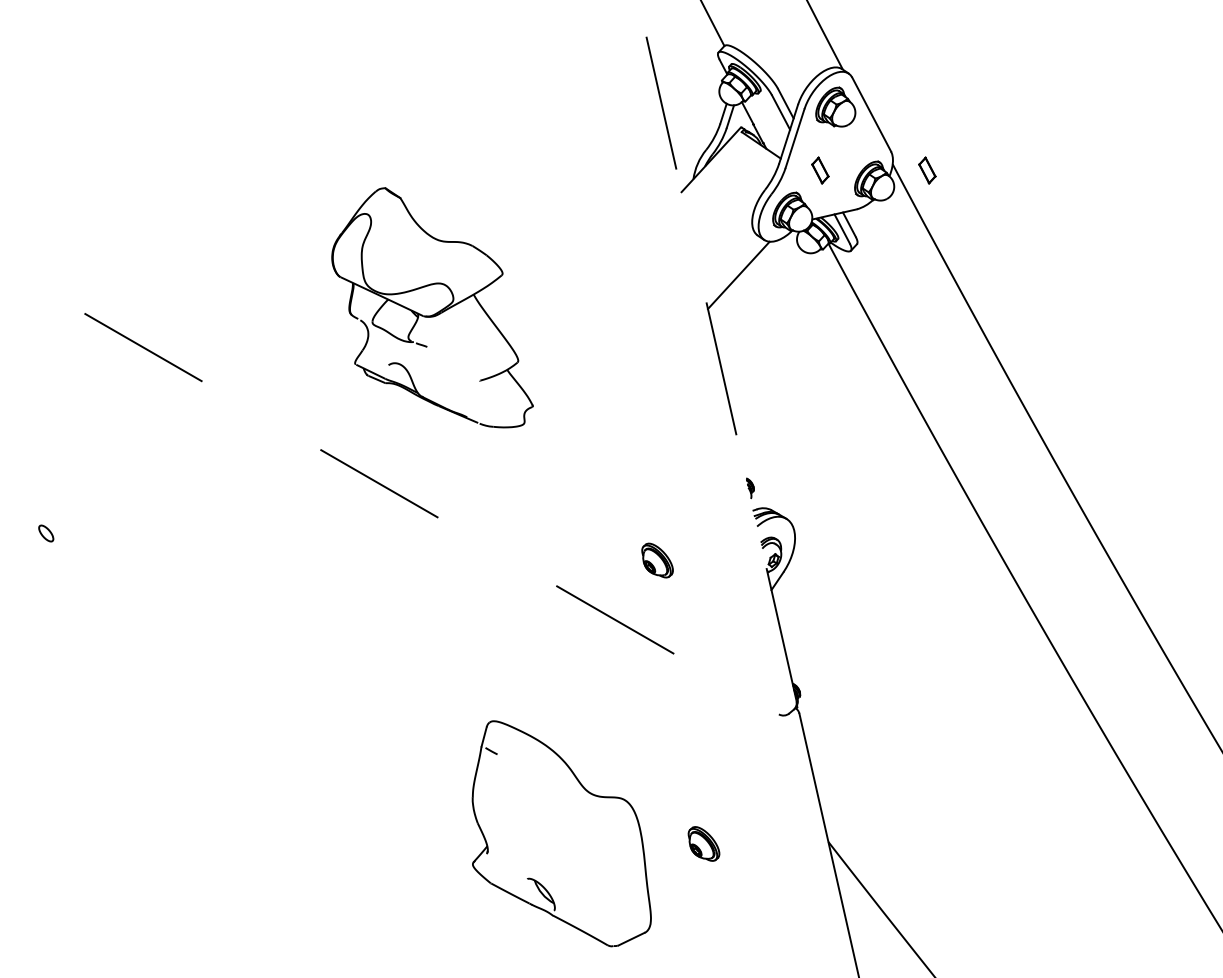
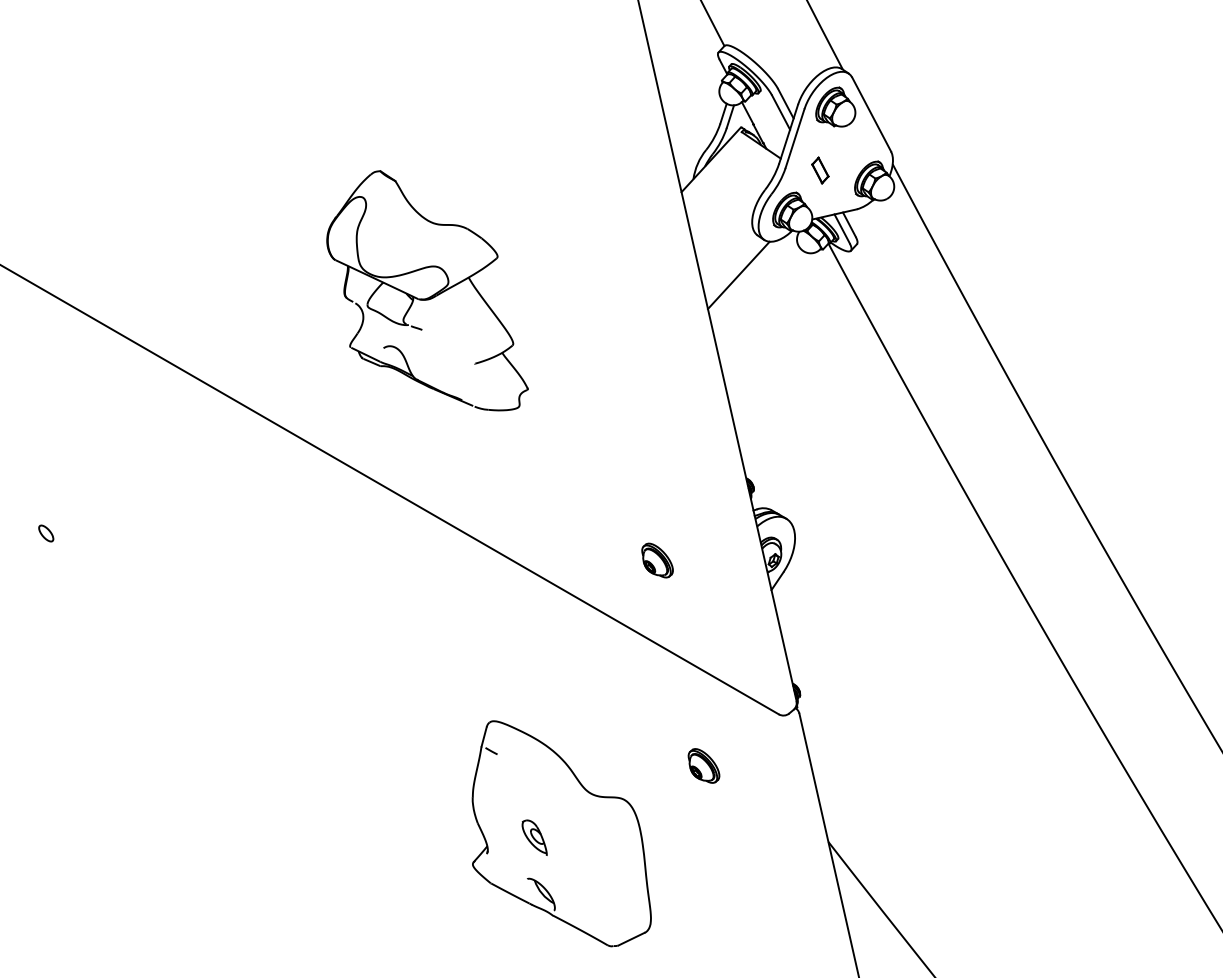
part at (927, 170): present -> none
part at (432, 307) position: (432, 307) -> (427, 290)
line at (717, 350): dashed -> solid
line at (390, 489): dashed -> solid
part at (534, 837): none -> present
part at (703, 843) position: (703, 843) -> (703, 765)
